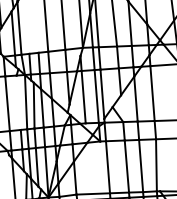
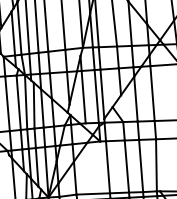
line at (27, 27): none -> present
line at (36, 27): none -> present
line at (18, 102): none -> present
